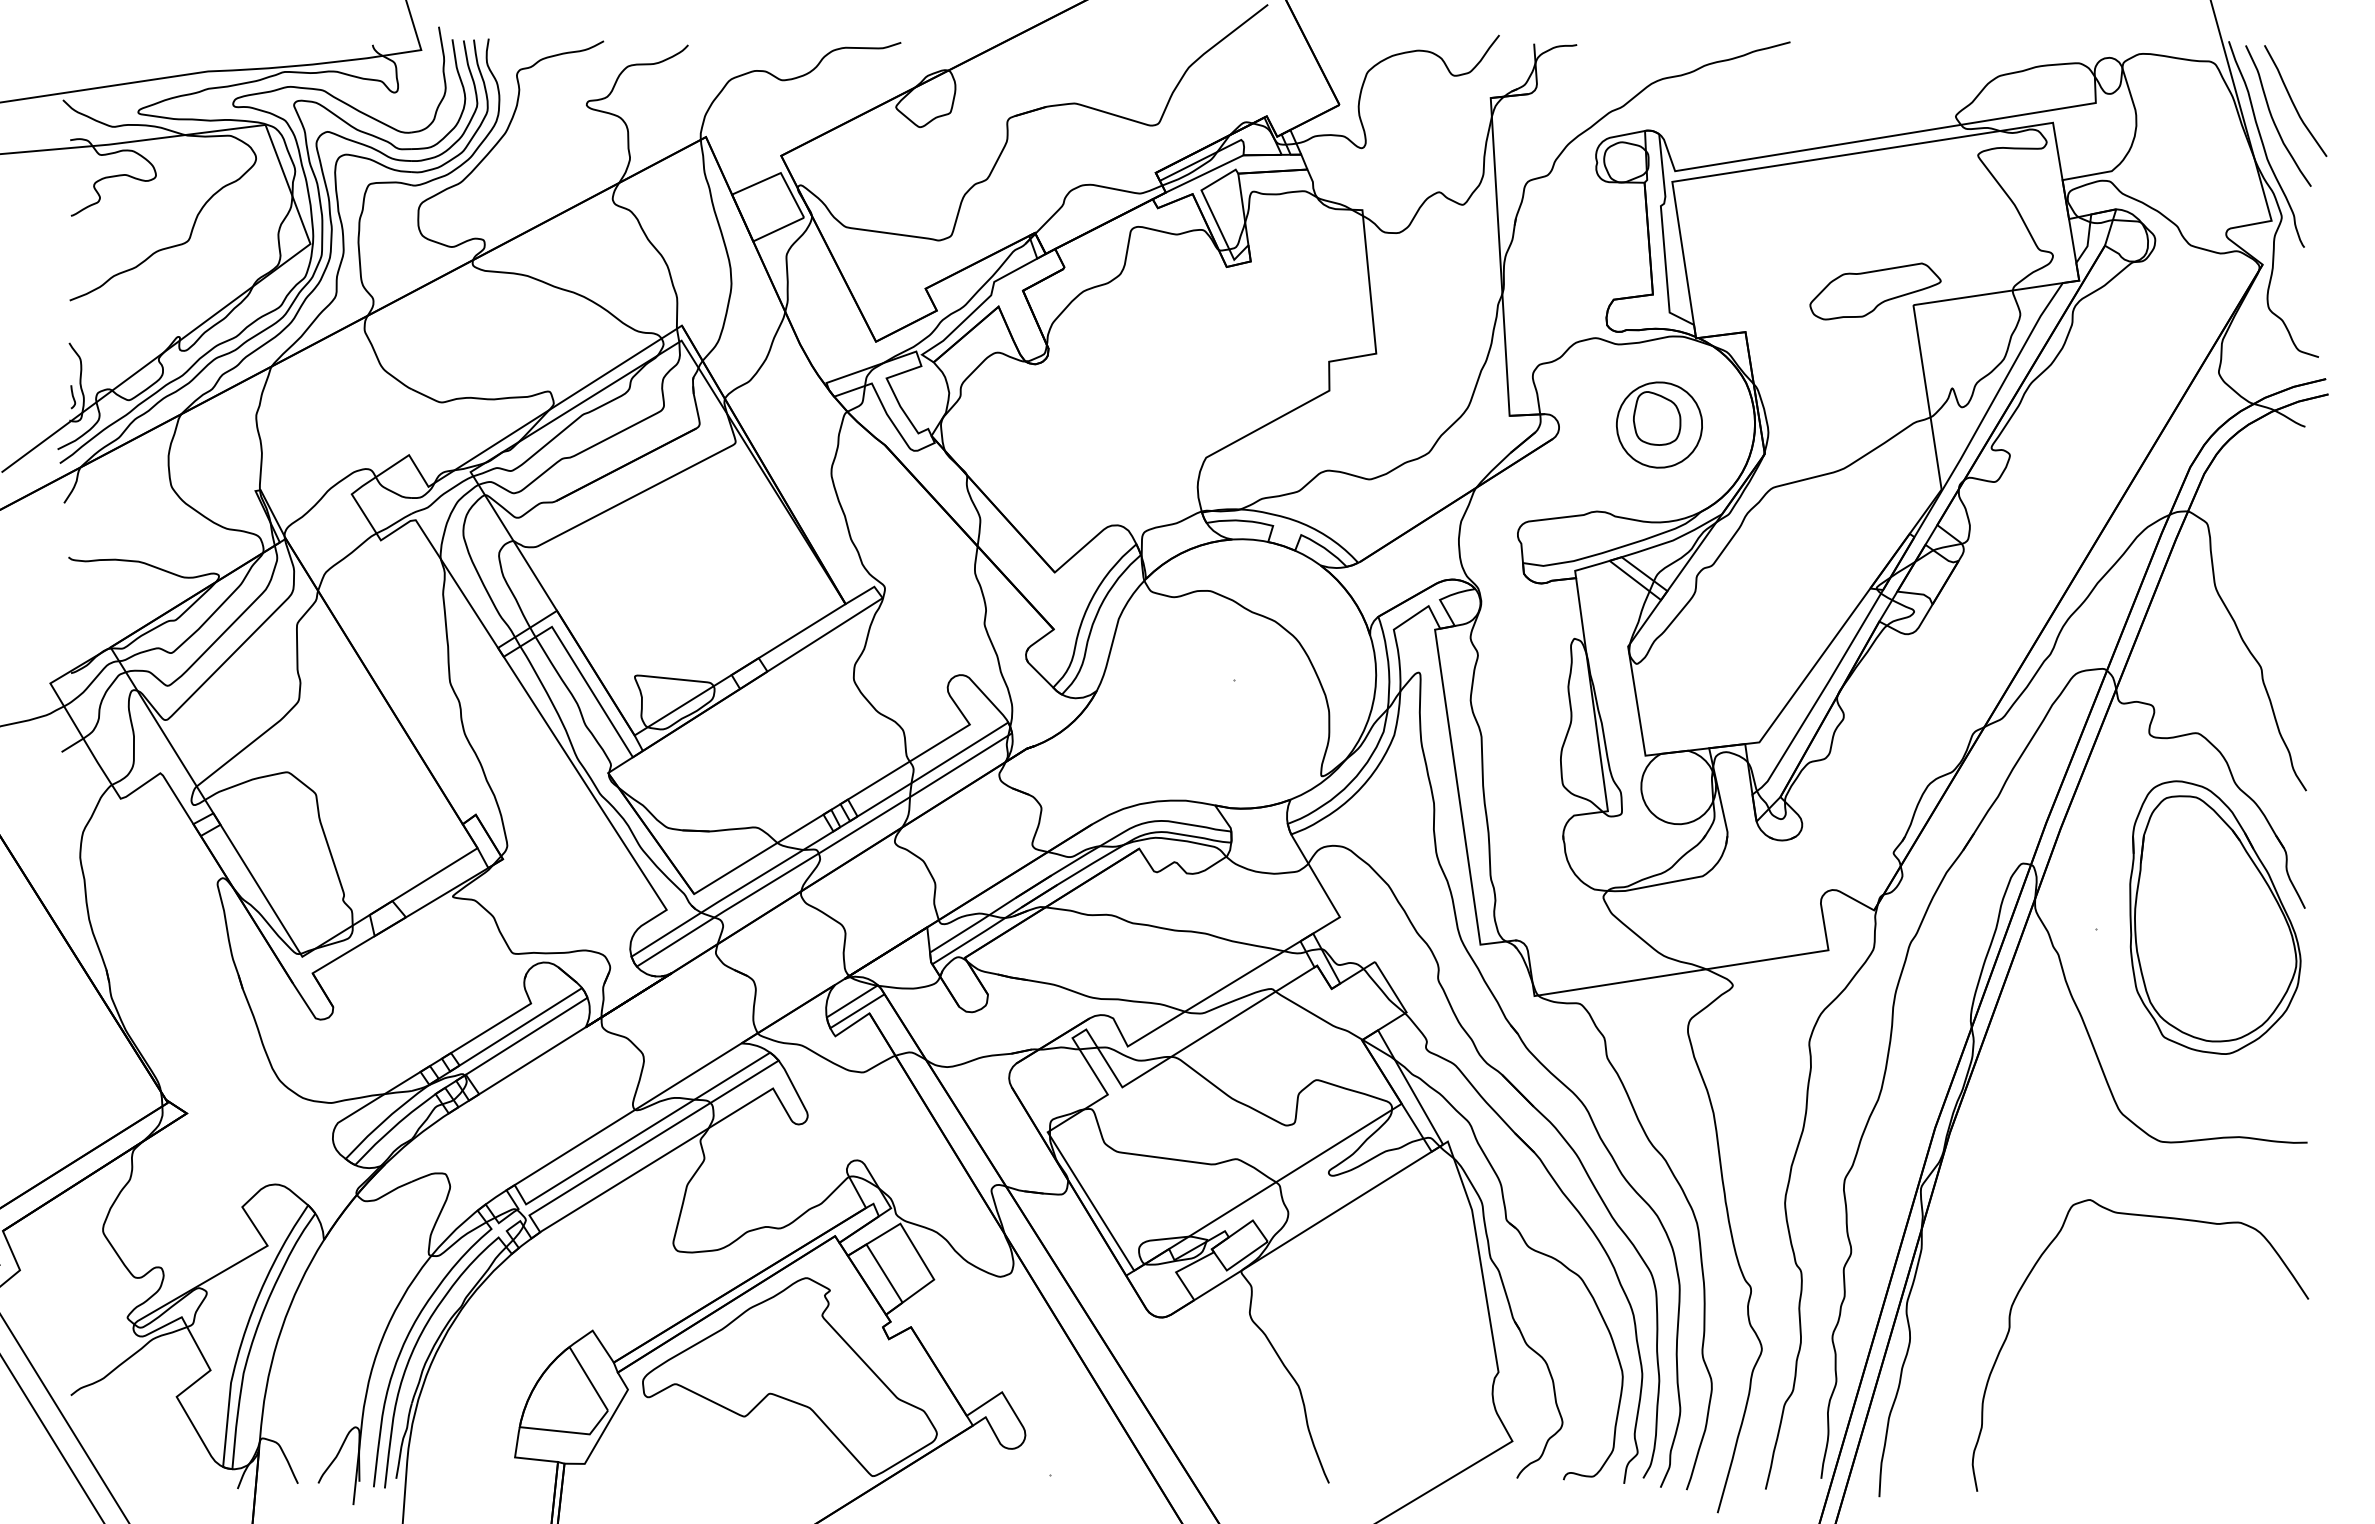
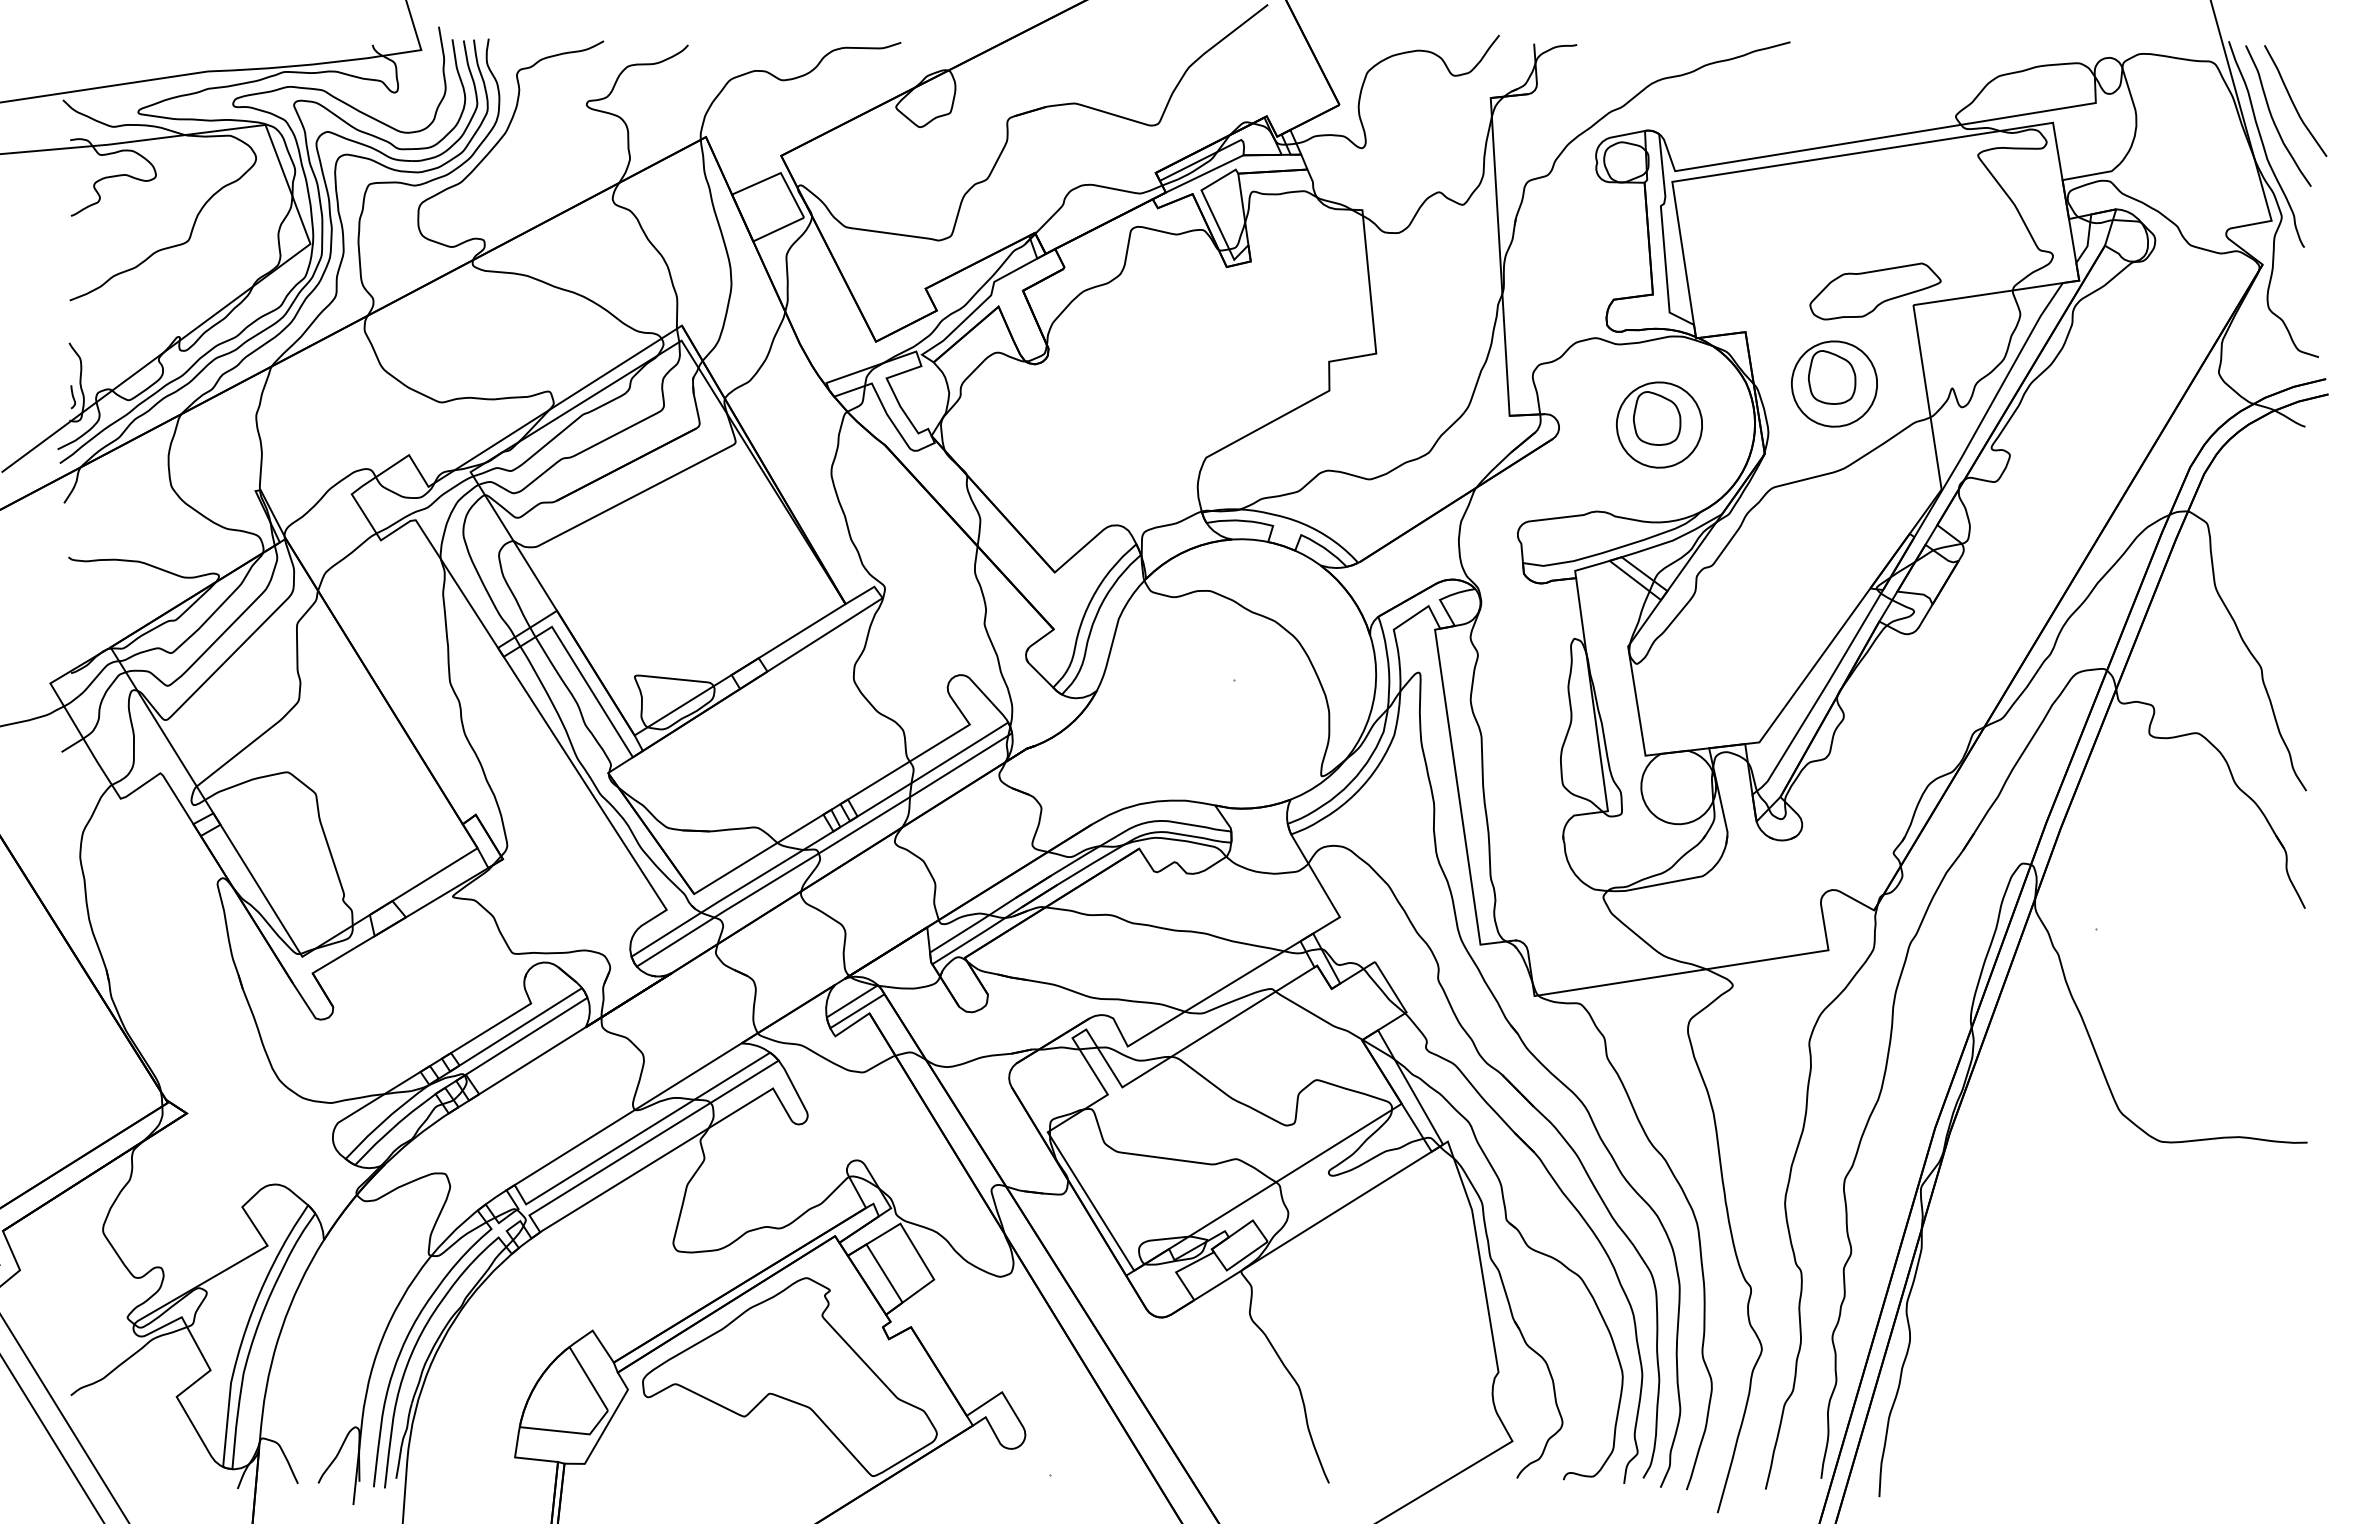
part at (1834, 383): none -> present
part at (2215, 917): present -> none
curve at (2151, 1217): present -> none
